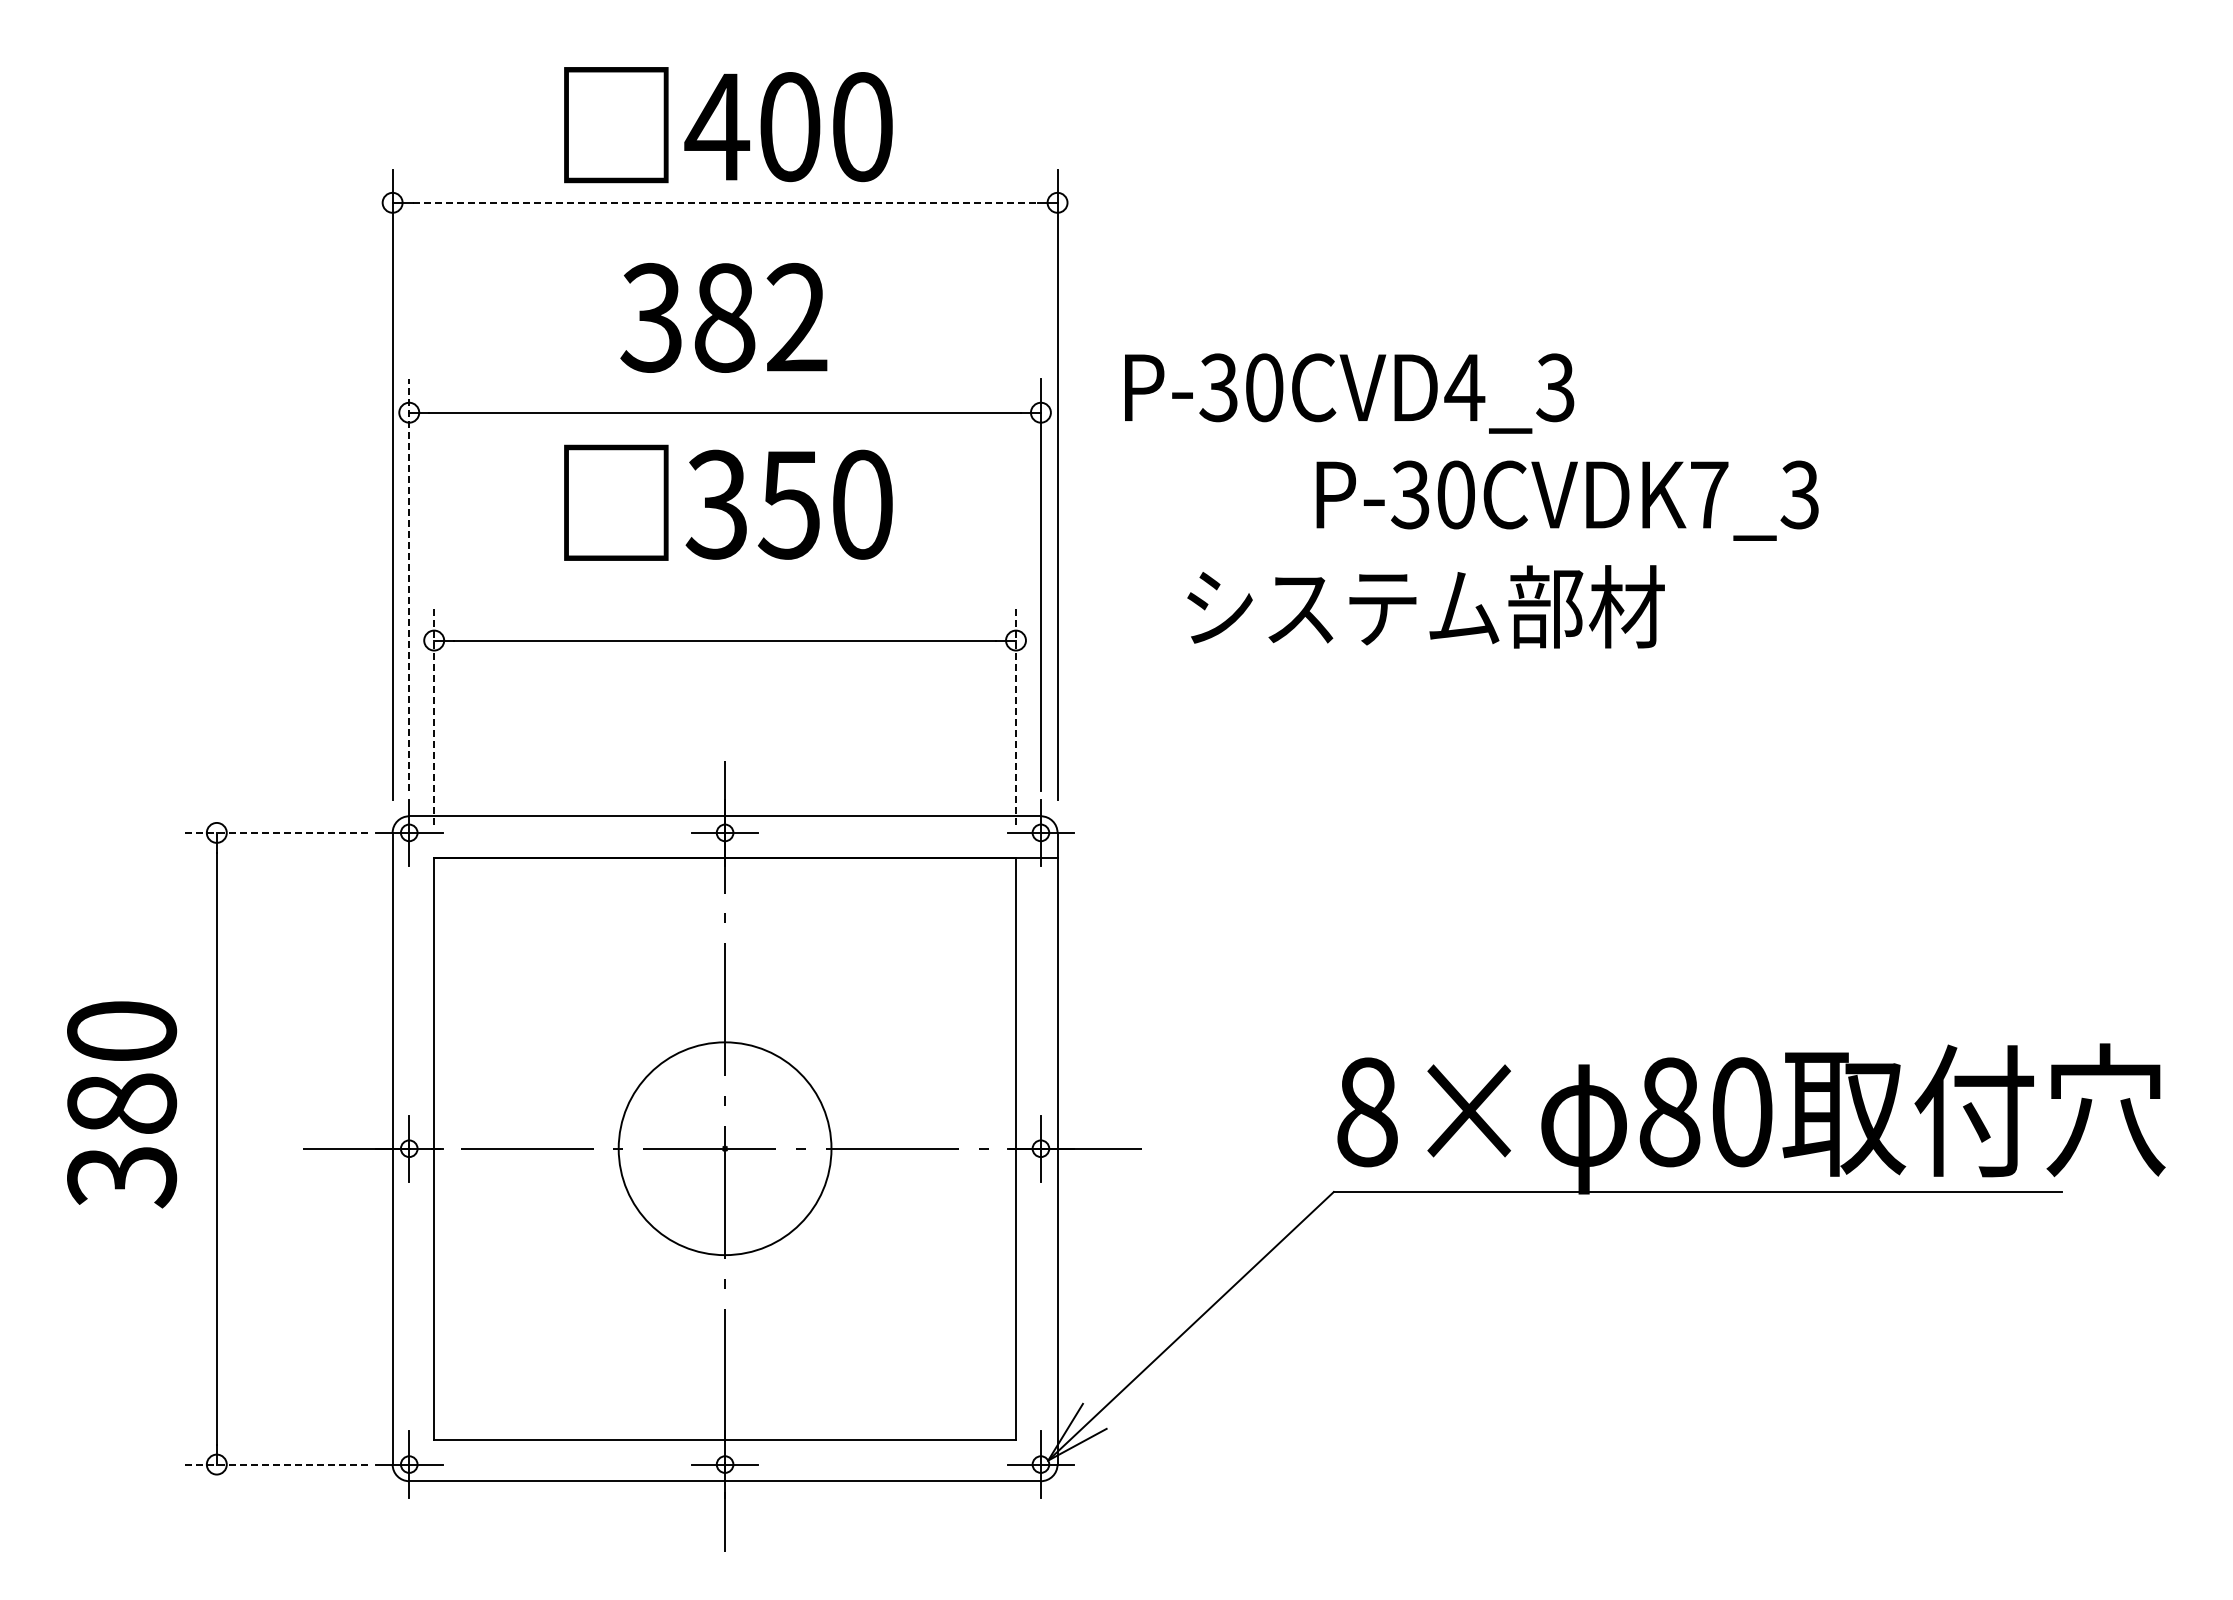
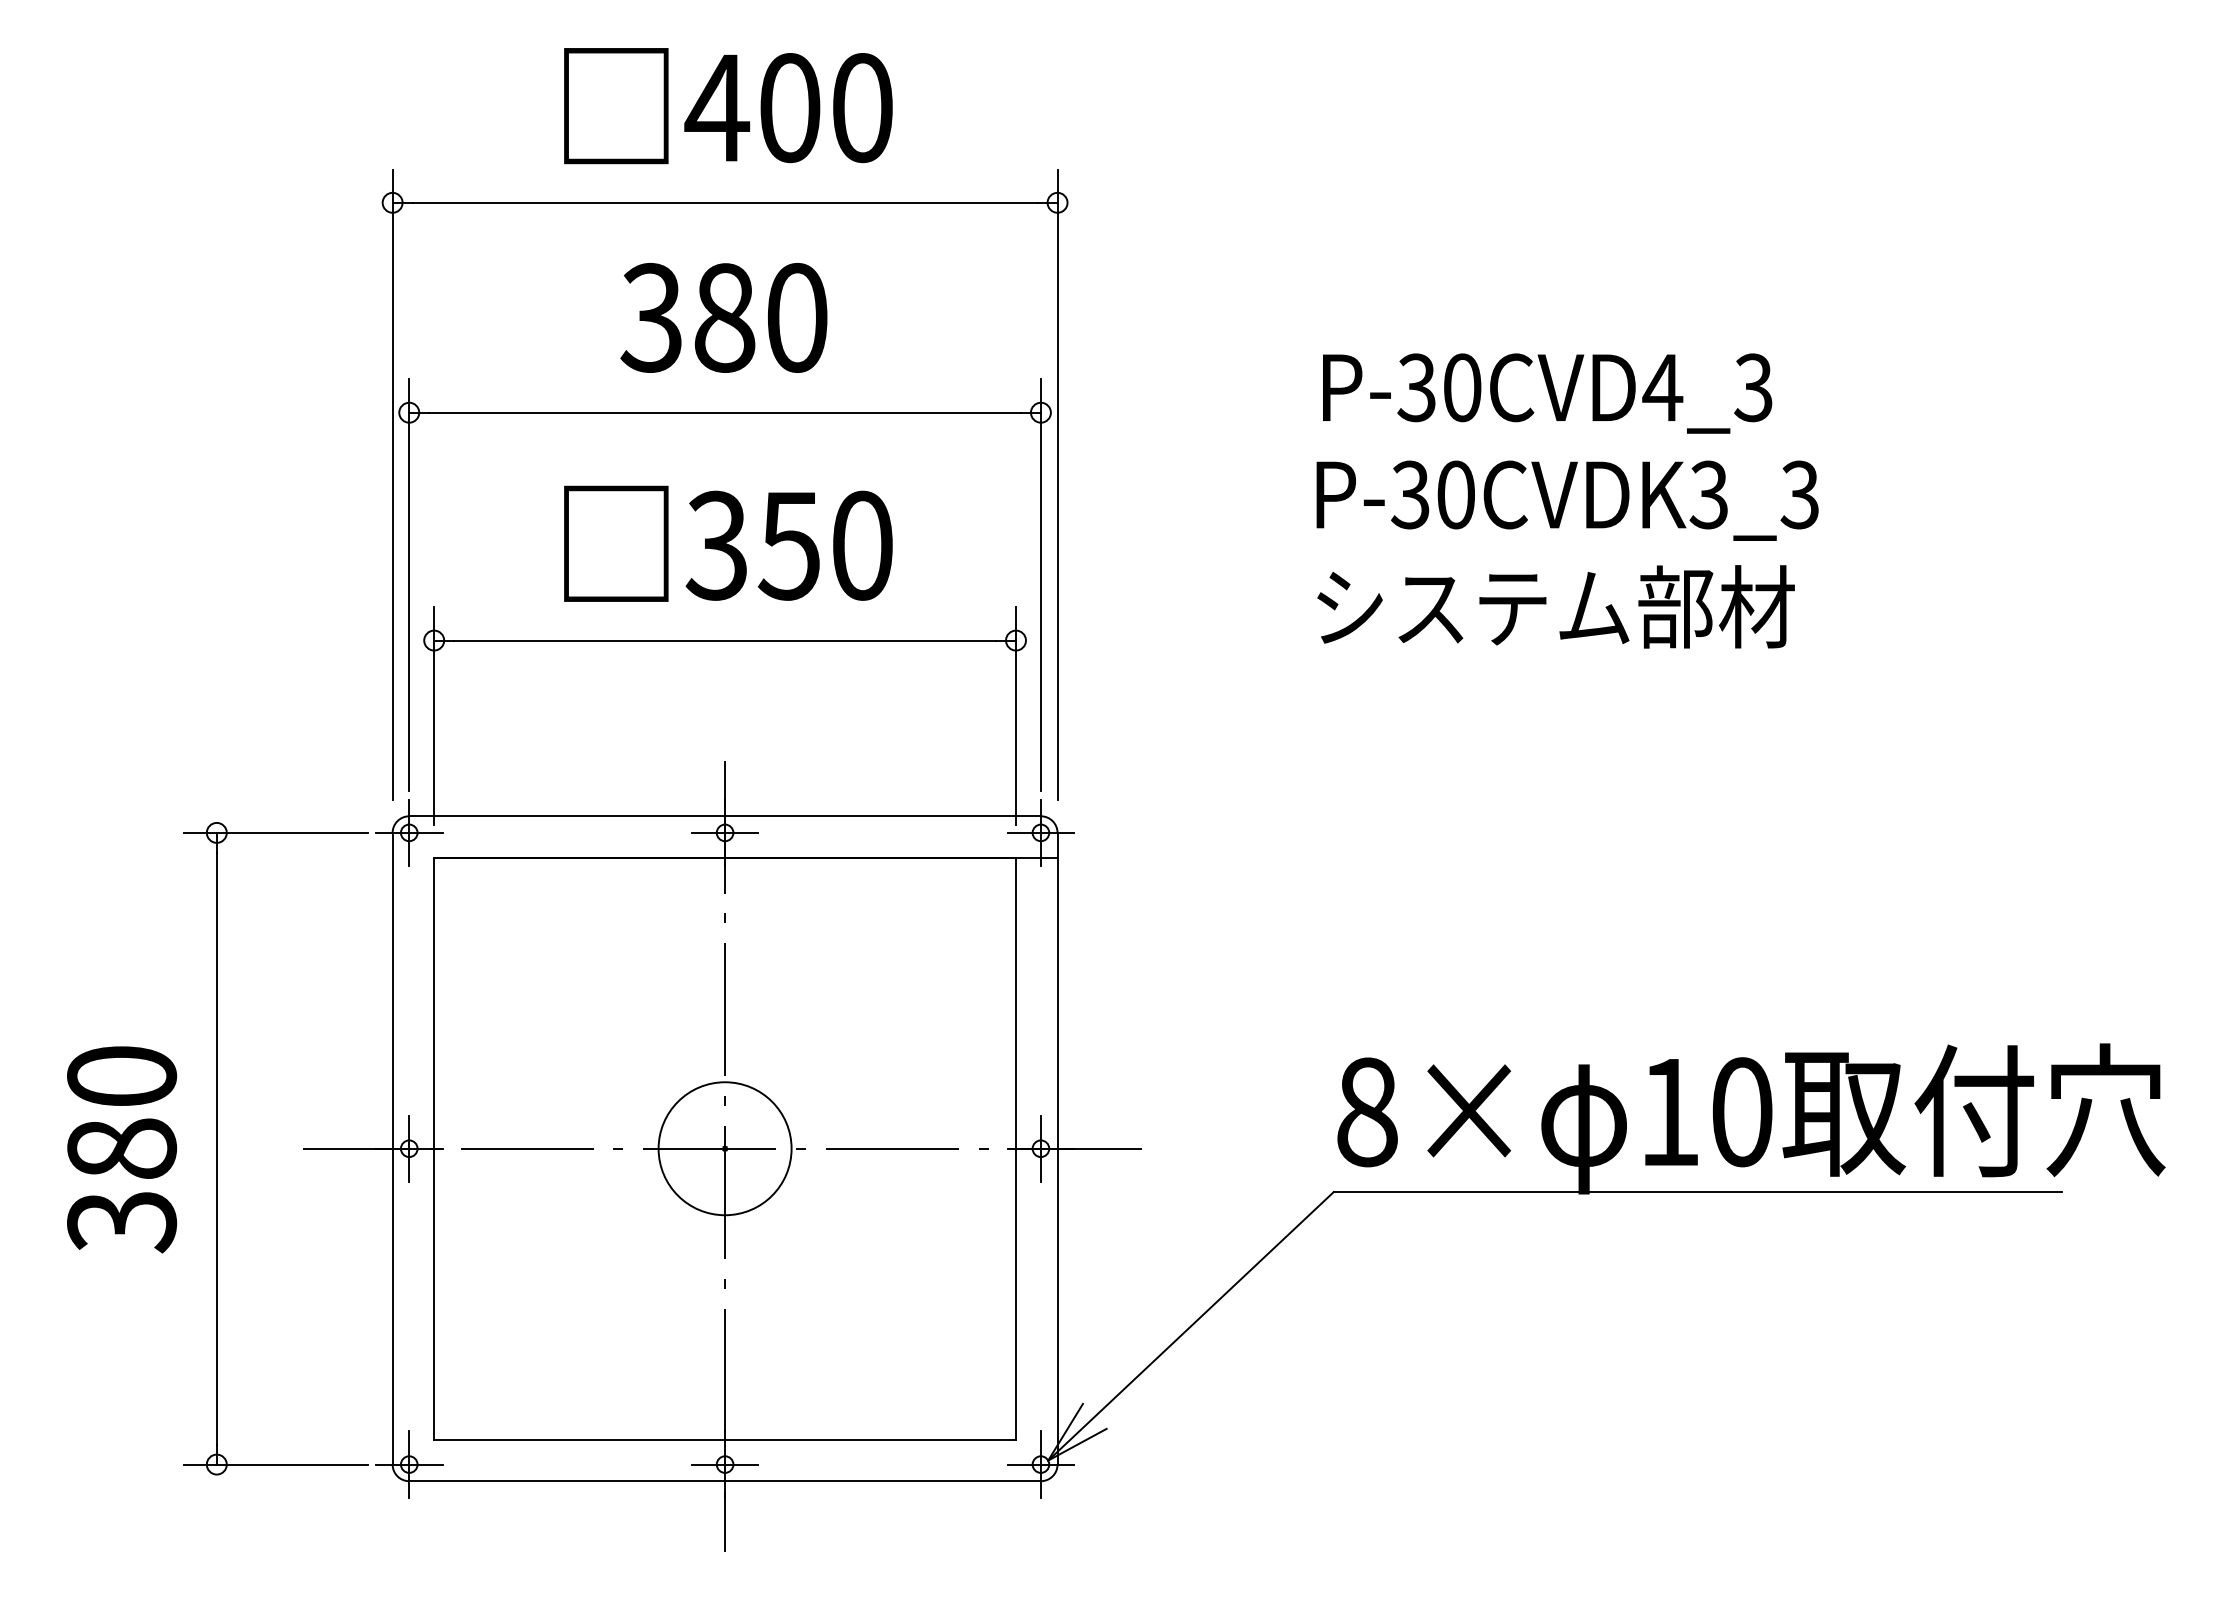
text at (728, 125) position: (728, 125) -> (728, 106)
line at (725, 202): dashed -> solid
text at (796, 317): 382 -> 380
text at (1349, 393) position: (1349, 393) -> (1547, 393)
text at (1708, 494): P-30CVDK7_3 -> P-30CVDK3_3
text at (728, 502) position: (728, 502) -> (728, 543)
line at (409, 585): dashed -> solid
text at (1425, 606) position: (1425, 606) -> (1555, 606)
line at (434, 715): dashed -> solid
line at (1016, 715): dashed -> solid
line at (275, 832): dashed -> solid
text at (122, 1104) position: (122, 1104) -> (122, 1149)
text at (1669, 1112): 80 -> 10
circle at (724, 1148) diameter: 213 px -> 133 px
line at (275, 1464): dashed -> solid
